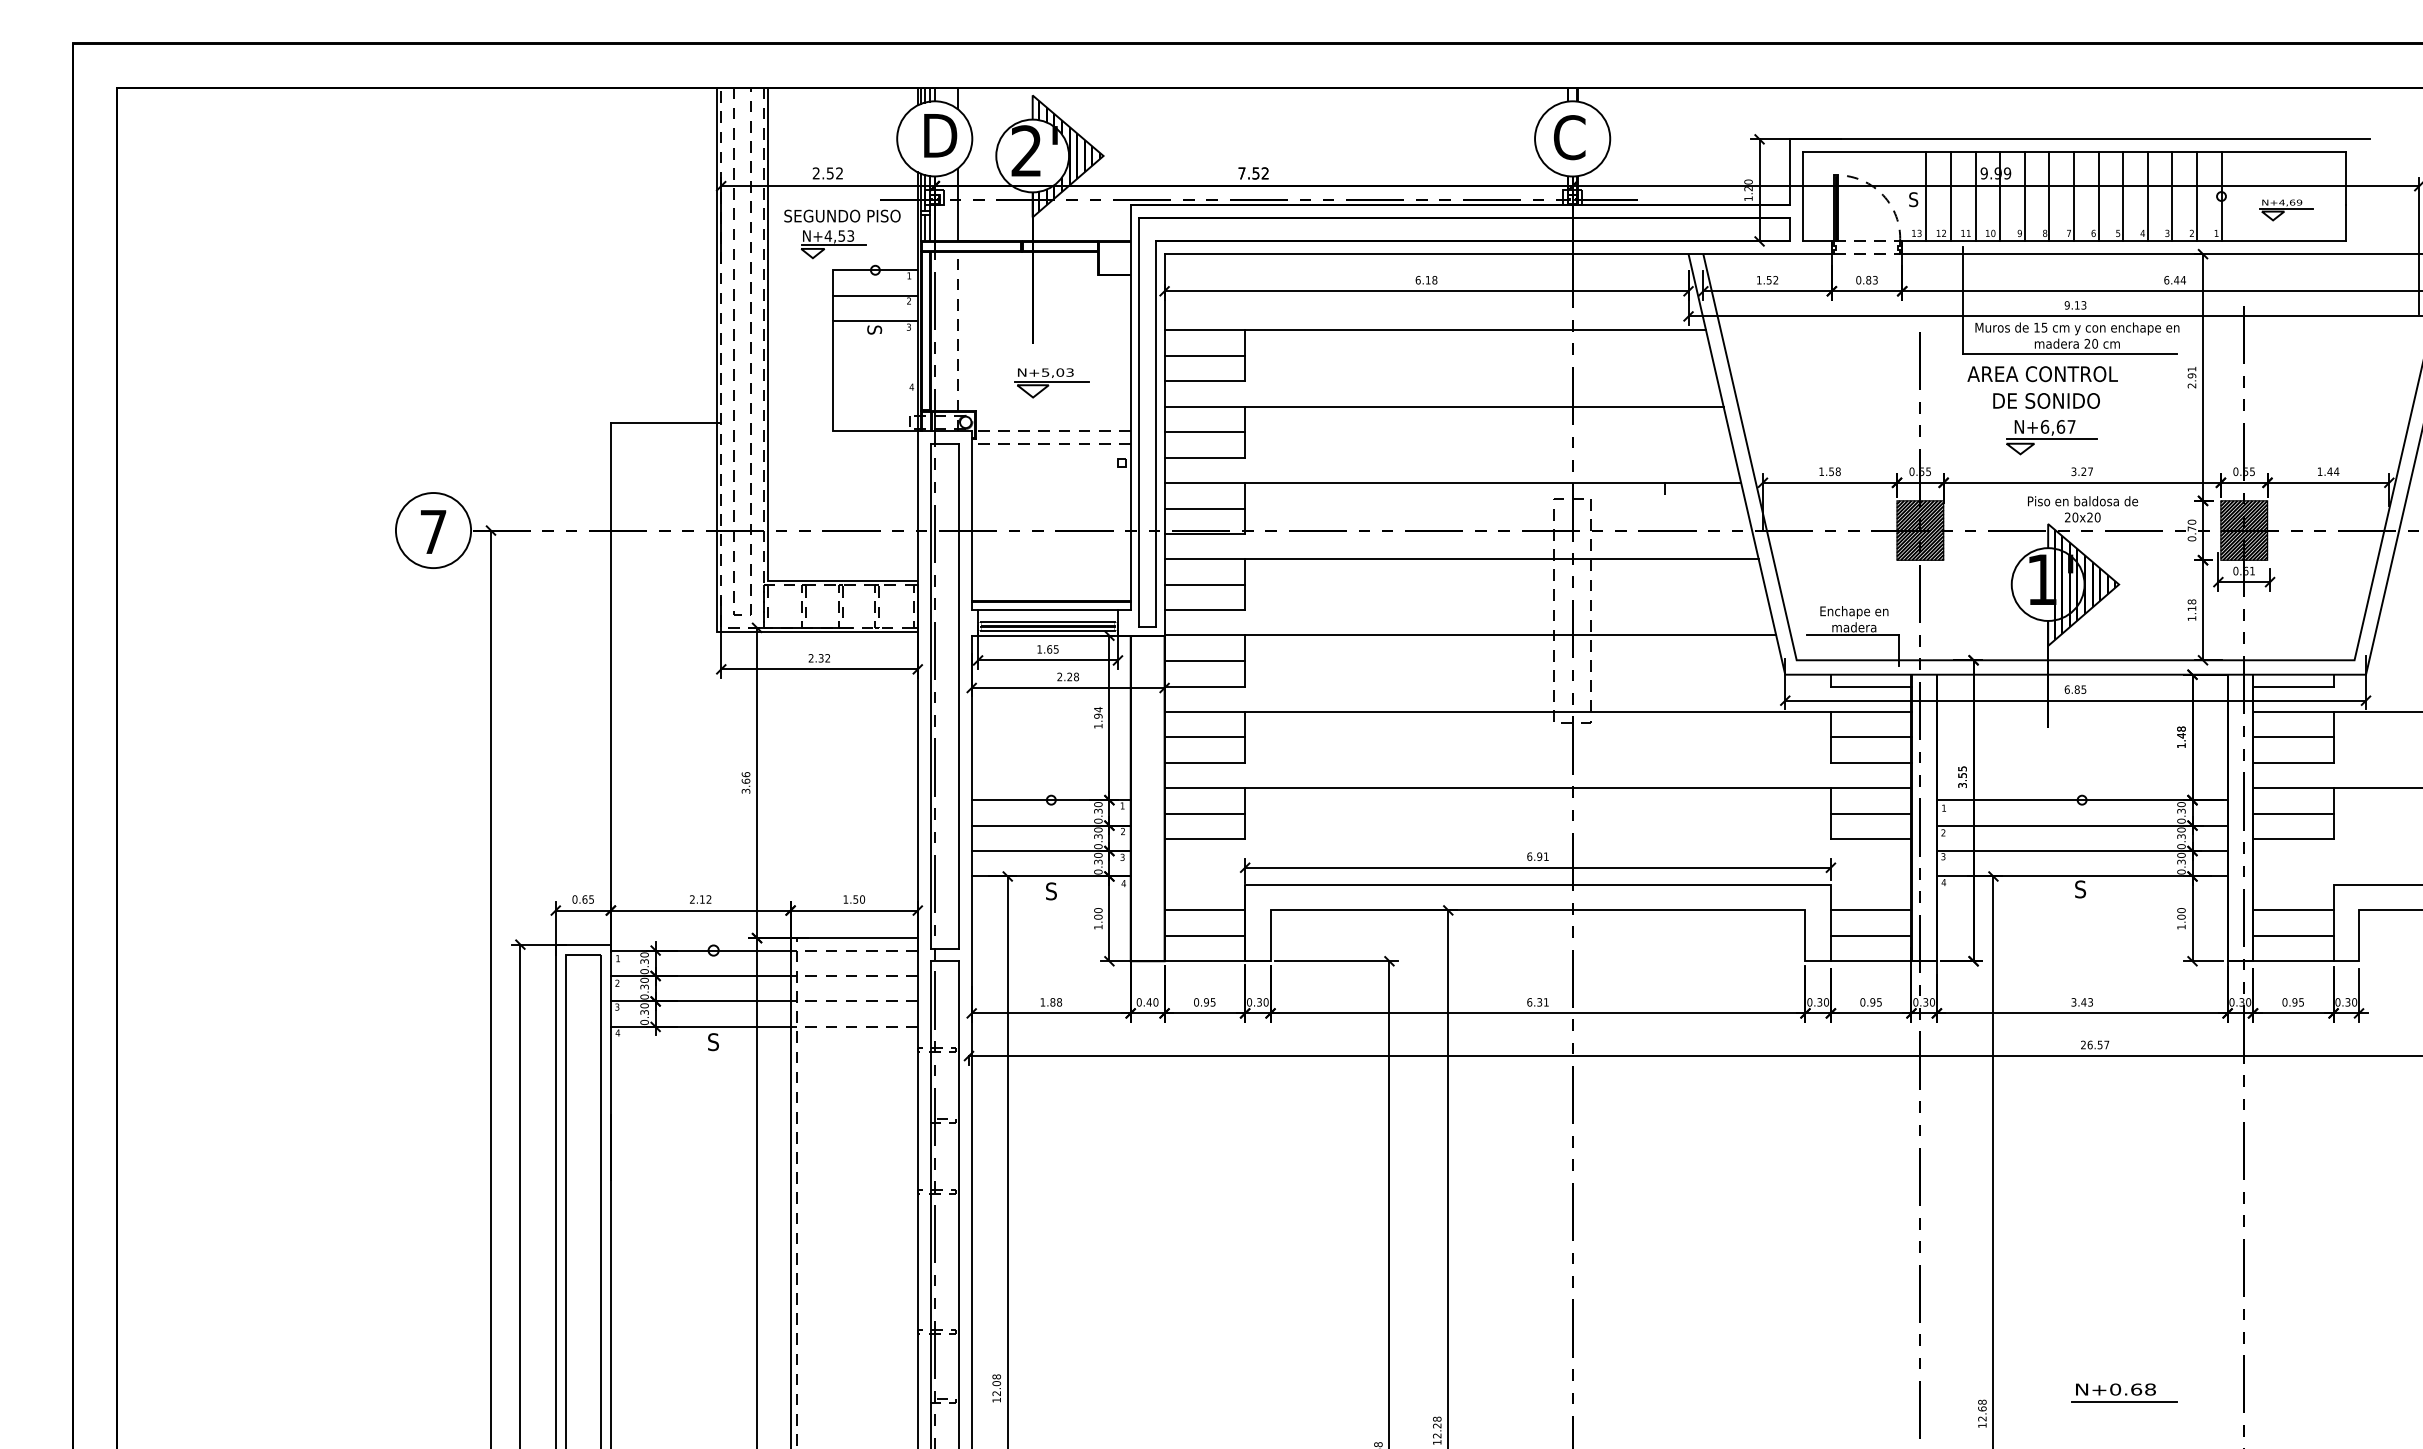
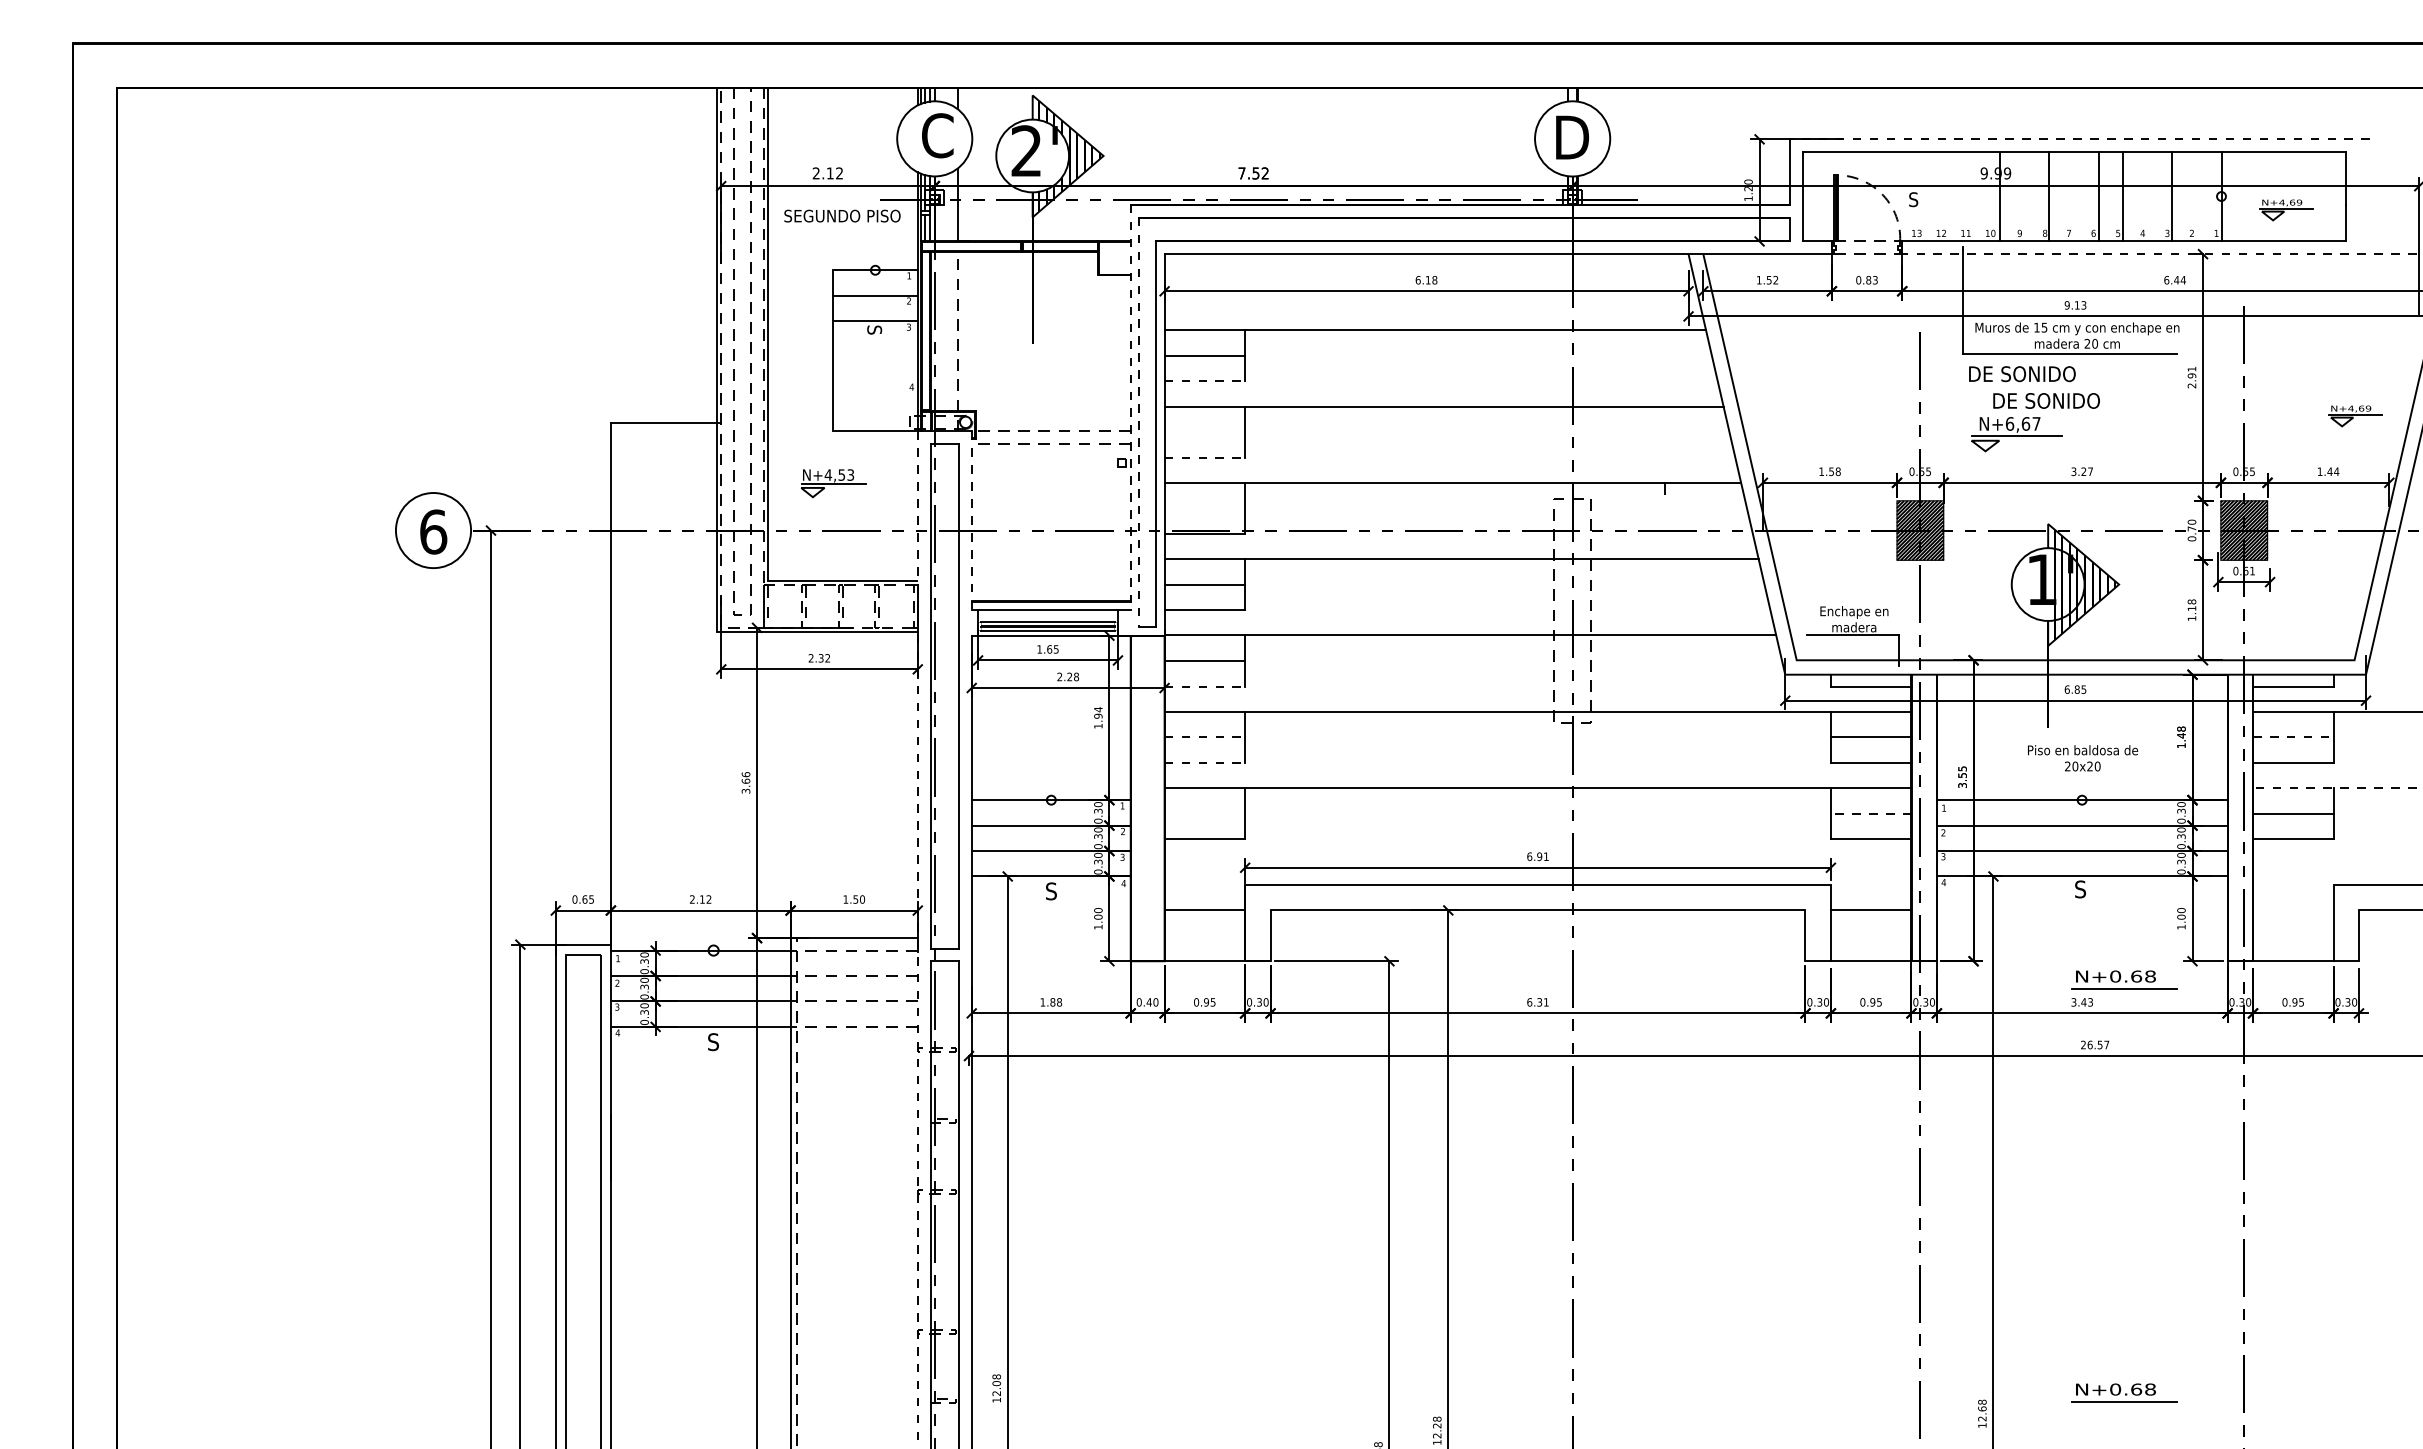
text at (939, 135): D -> C
text at (1571, 137): C -> D
line at (2080, 138): solid -> dashed
text at (829, 173): 2.52 -> 2.12
line at (1926, 196): present -> none
line at (1951, 196): present -> none
line at (1975, 196): present -> none
line at (2024, 196): present -> none
line at (2073, 196): present -> none
line at (2147, 196): present -> none
line at (2196, 196): present -> none
part at (833, 244) position: (833, 244) -> (833, 483)
line at (2162, 254): solid -> dashed
text at (2042, 374): AREA CONTROL -> DE SONIDO
line at (1205, 381): solid -> dashed
part at (1051, 383): present -> none
line at (1130, 407): solid -> dashed
part at (2355, 416): none -> present
line at (1139, 422): solid -> dashed
line at (1204, 432): present -> none
part at (2051, 437) position: (2051, 437) -> (2016, 434)
line at (1205, 457): solid -> dashed
line at (1204, 508): present -> none
text at (2083, 509) position: (2083, 509) -> (2083, 758)
line at (971, 521): solid -> dashed
text at (433, 531): 7 -> 6
line at (1205, 686): solid -> dashed
line at (1205, 737): solid -> dashed
line at (2293, 737): solid -> dashed
line at (1205, 762): solid -> dashed
line at (2337, 788): solid -> dashed
line at (1204, 813): present -> none
line at (1870, 813): solid -> dashed
line at (2293, 910): present -> none
line at (1204, 935): present -> none
line at (1870, 935): present -> none
line at (2293, 935): present -> none
line at (917, 940): solid -> dashed
part at (2124, 979): none -> present
